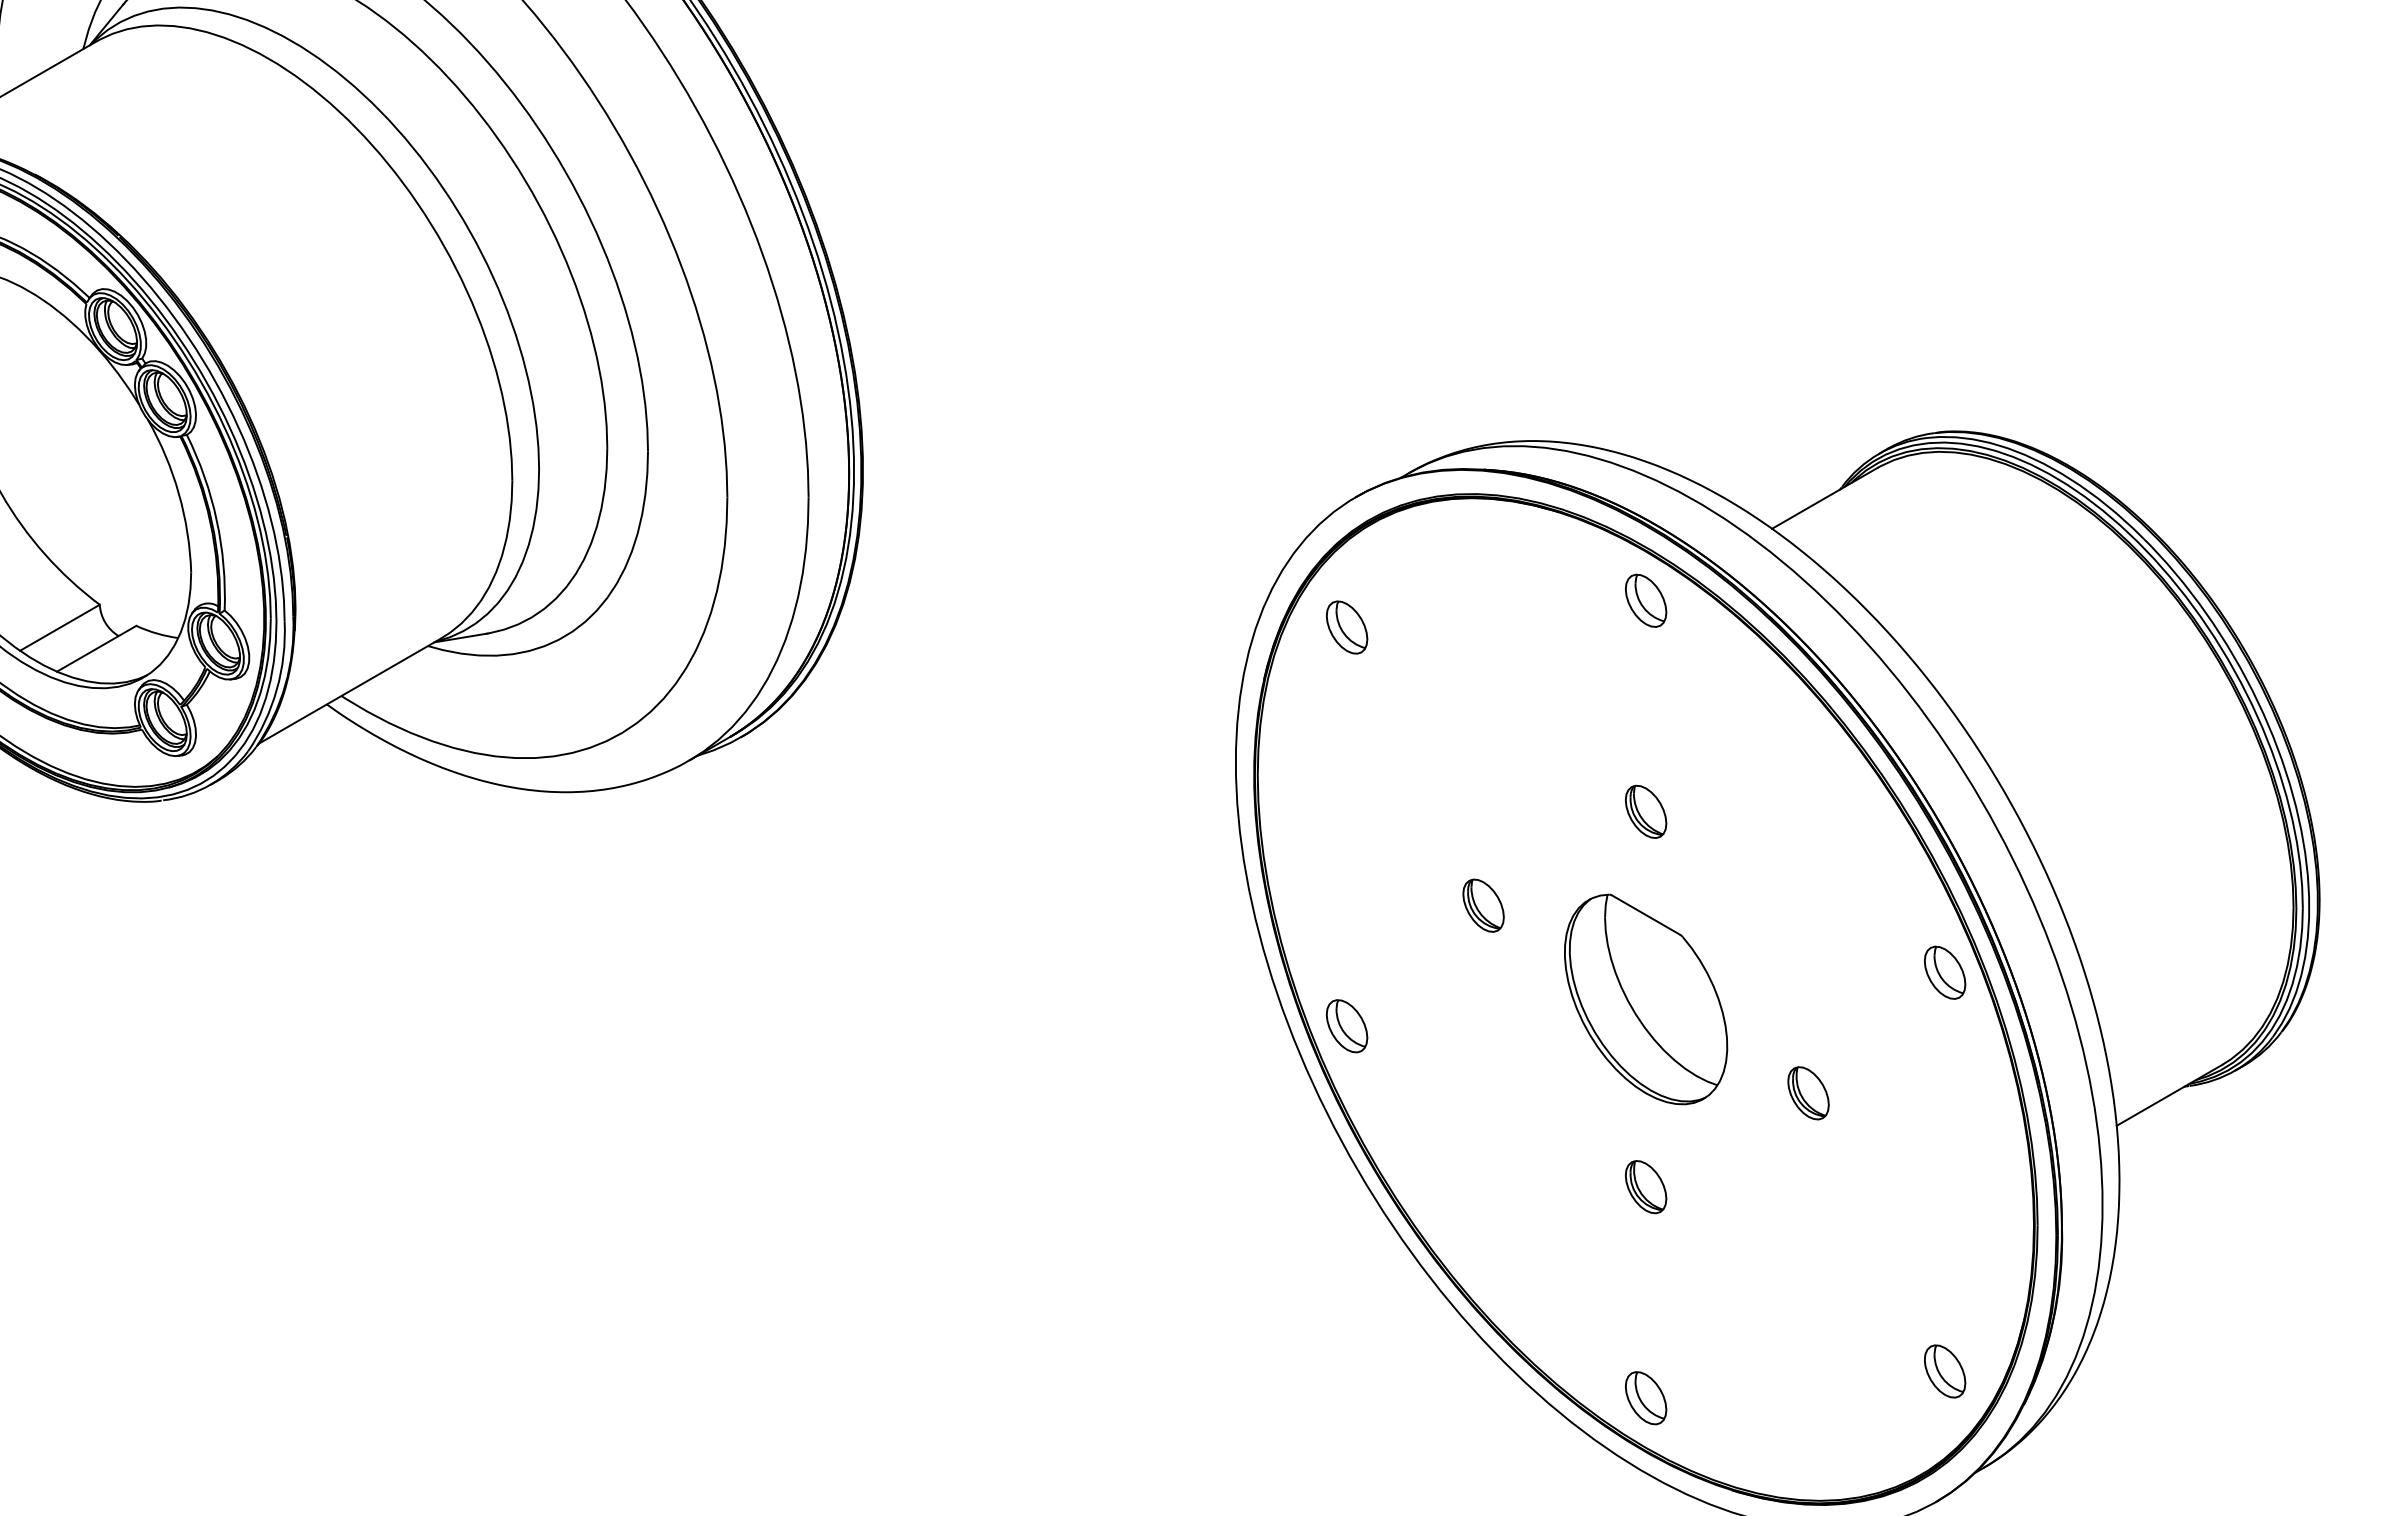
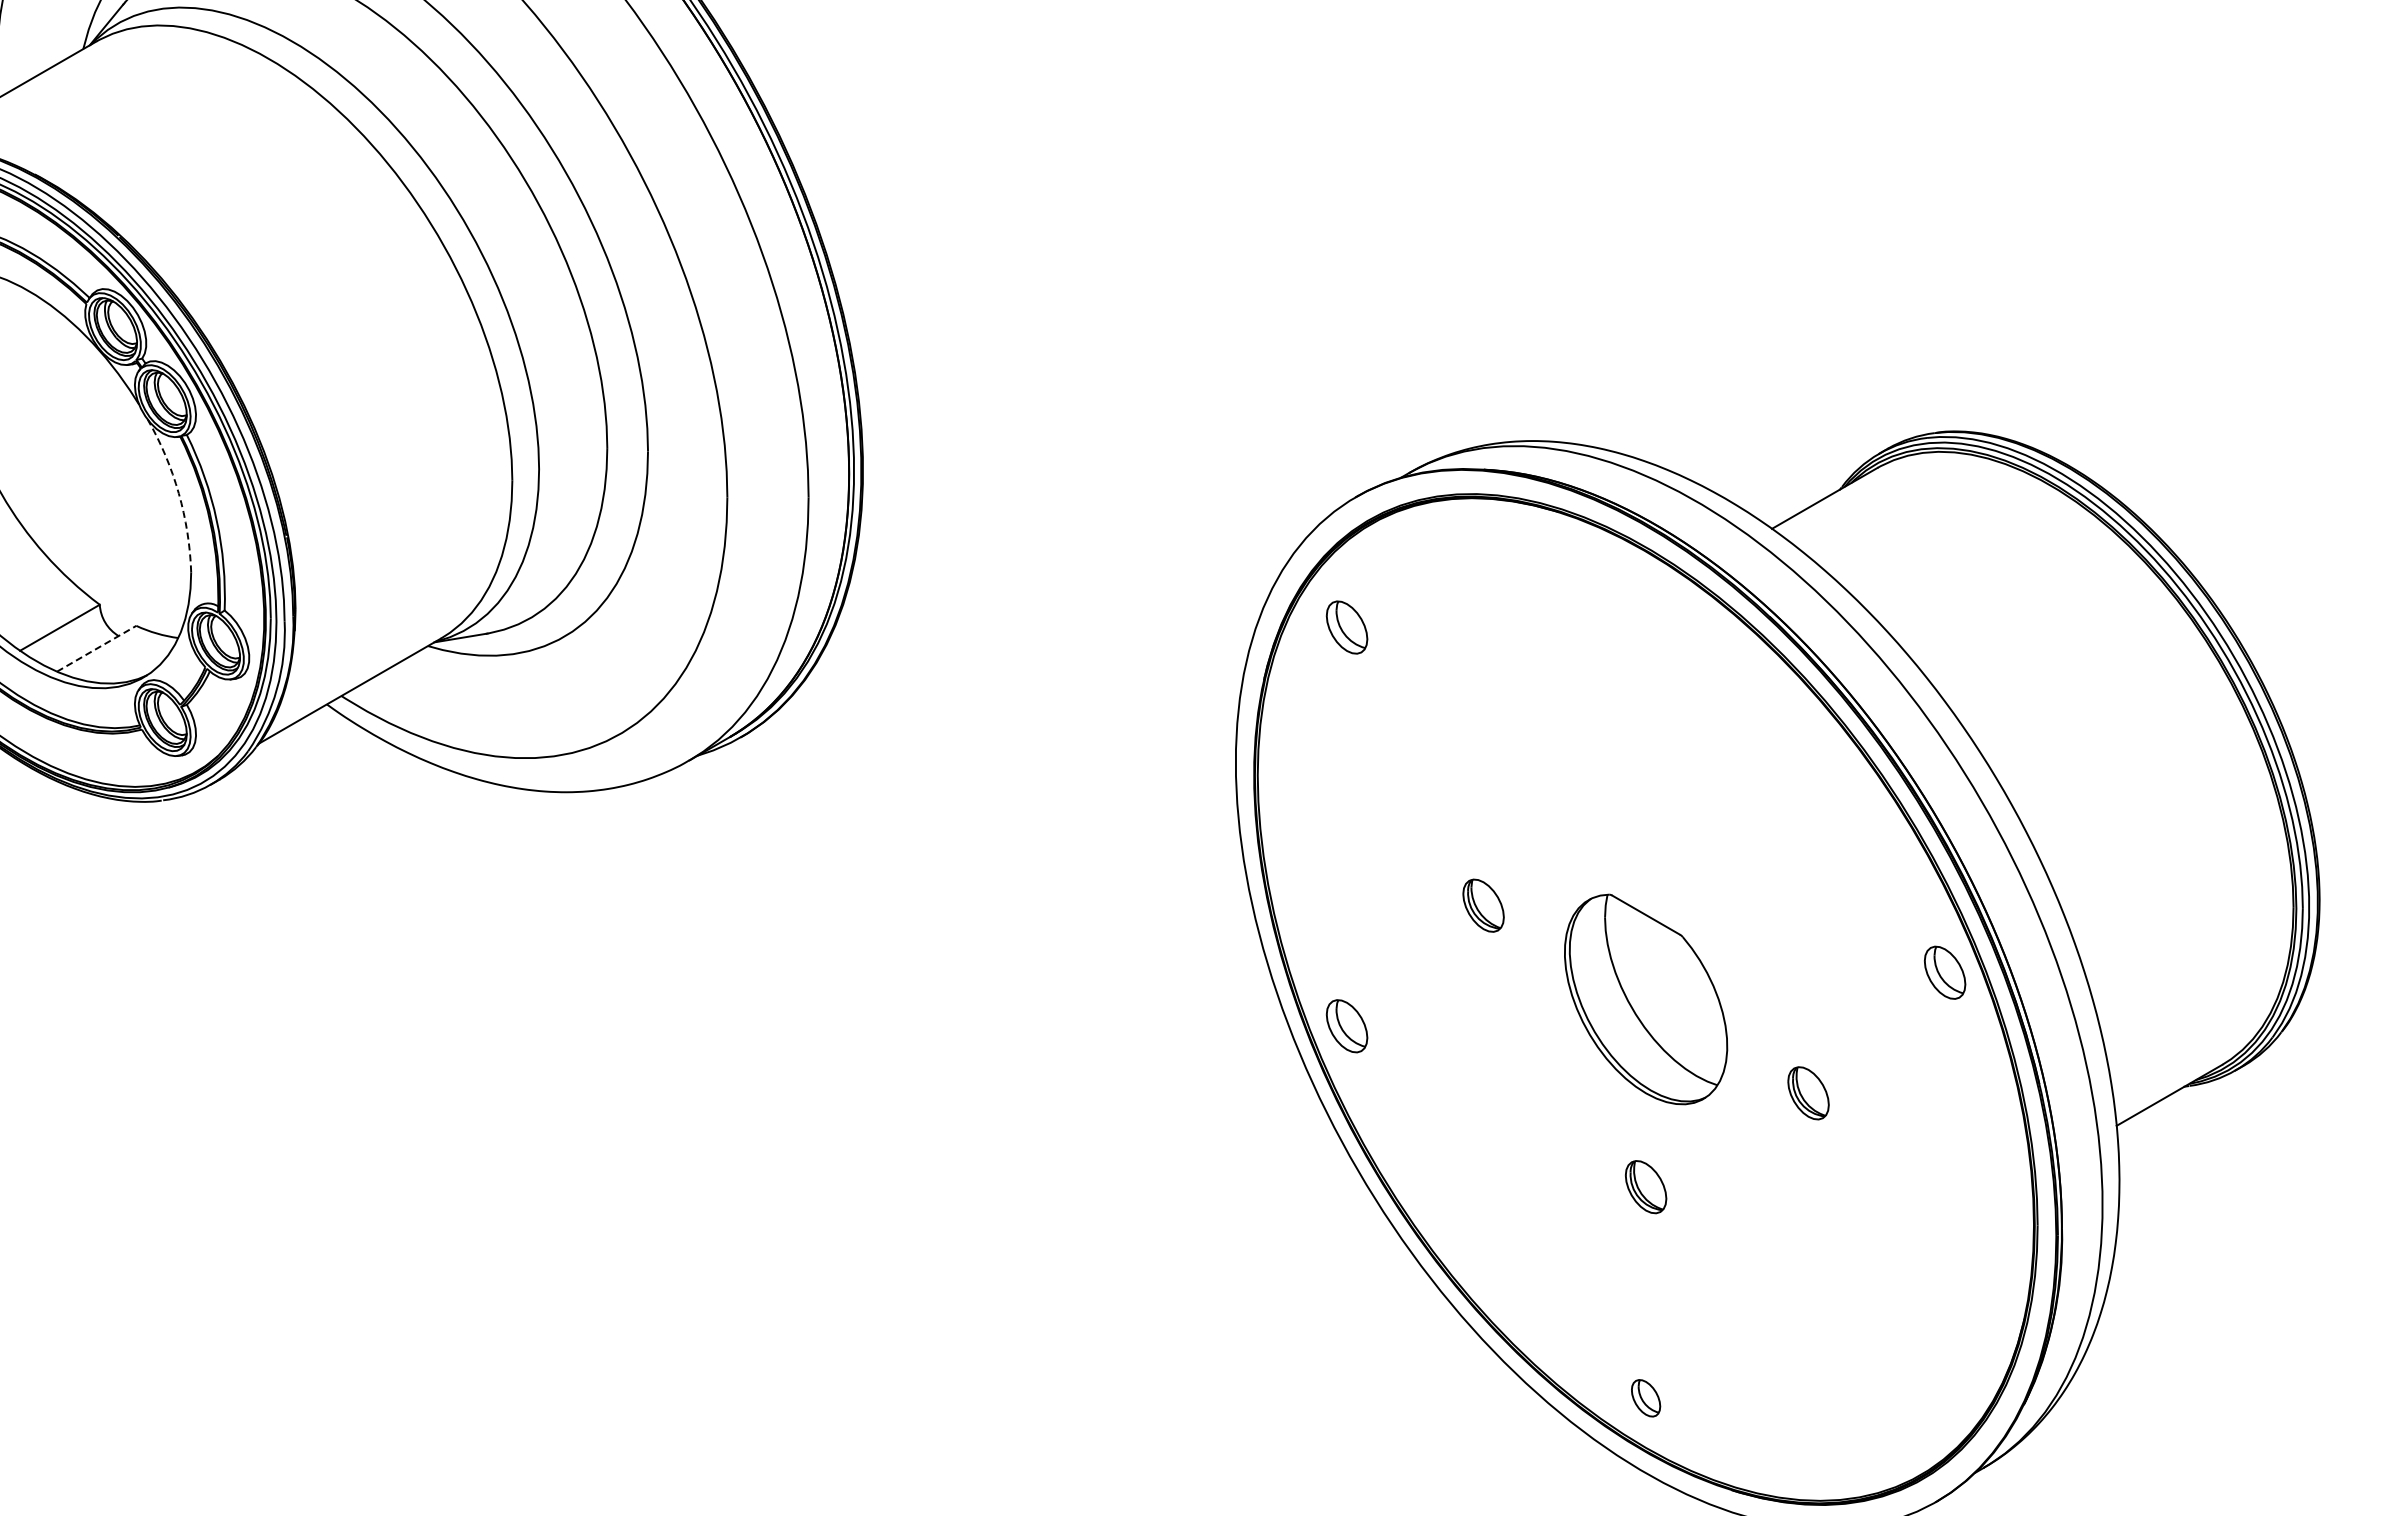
arc at (178, 493): solid -> dashed
part at (1646, 600): present -> none
line at (96, 648): solid -> dashed
part at (1646, 811): present -> none
part at (1945, 1371): present -> none
part at (1645, 1398) size: 44x55 px -> 31x39 px
